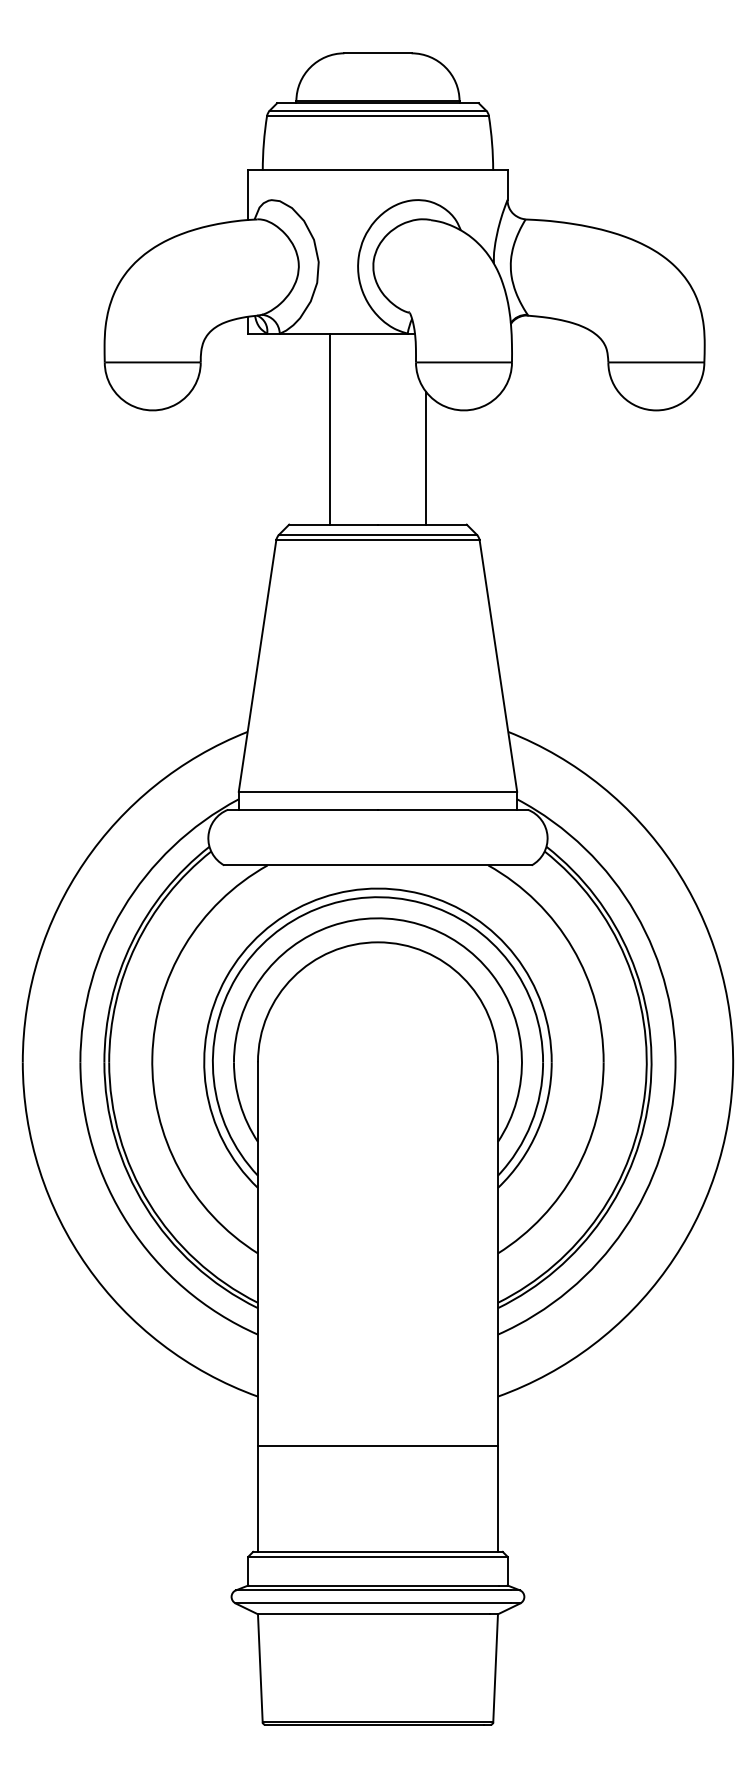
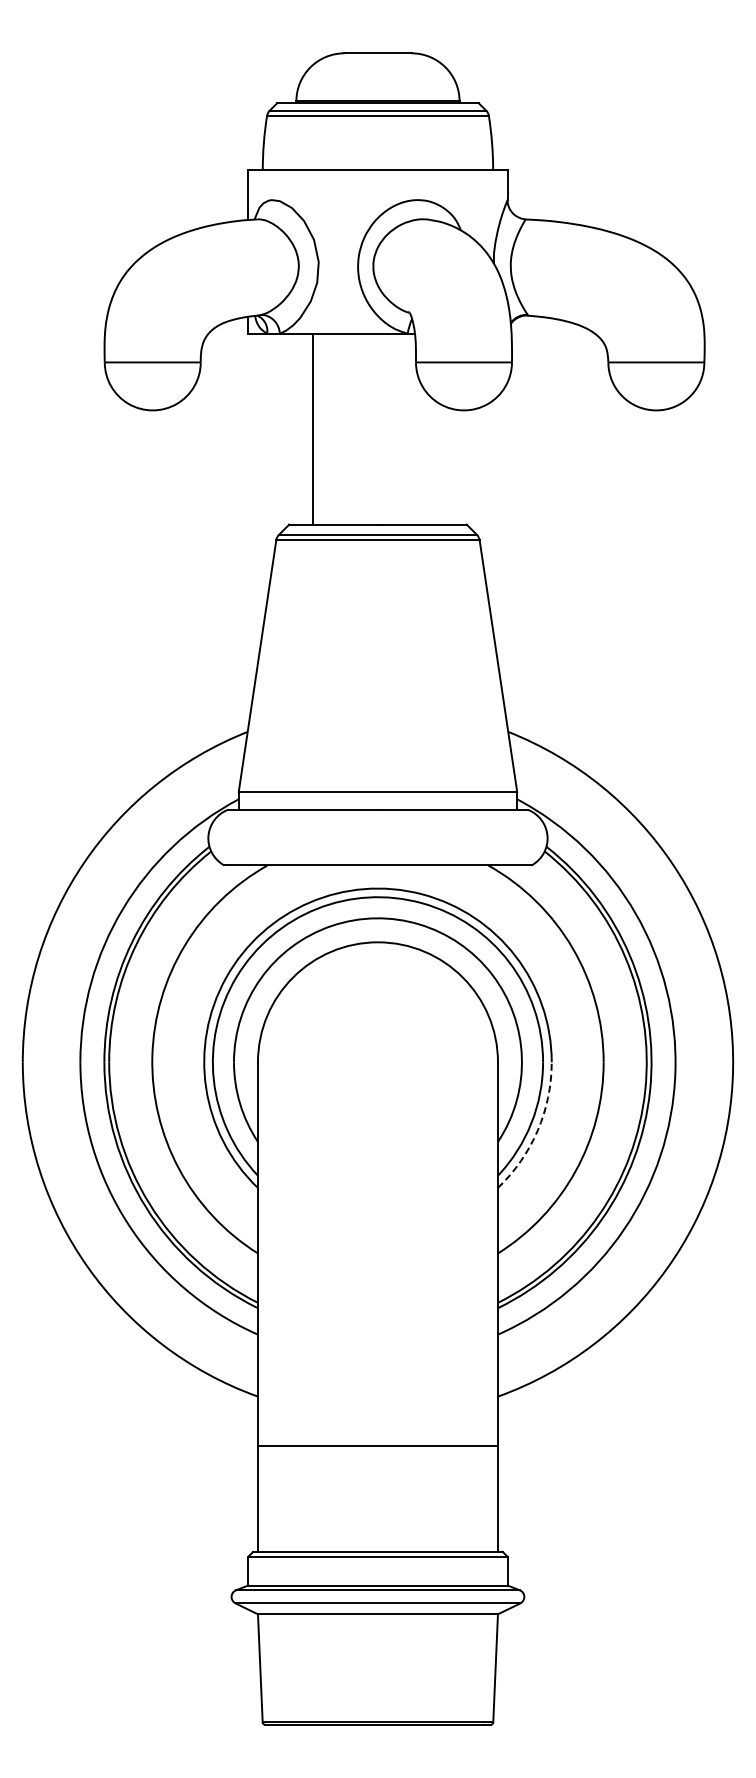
line at (329, 428) position: (329, 428) -> (312, 428)
line at (425, 457): present -> none
arc at (537, 1130): solid -> dashed
